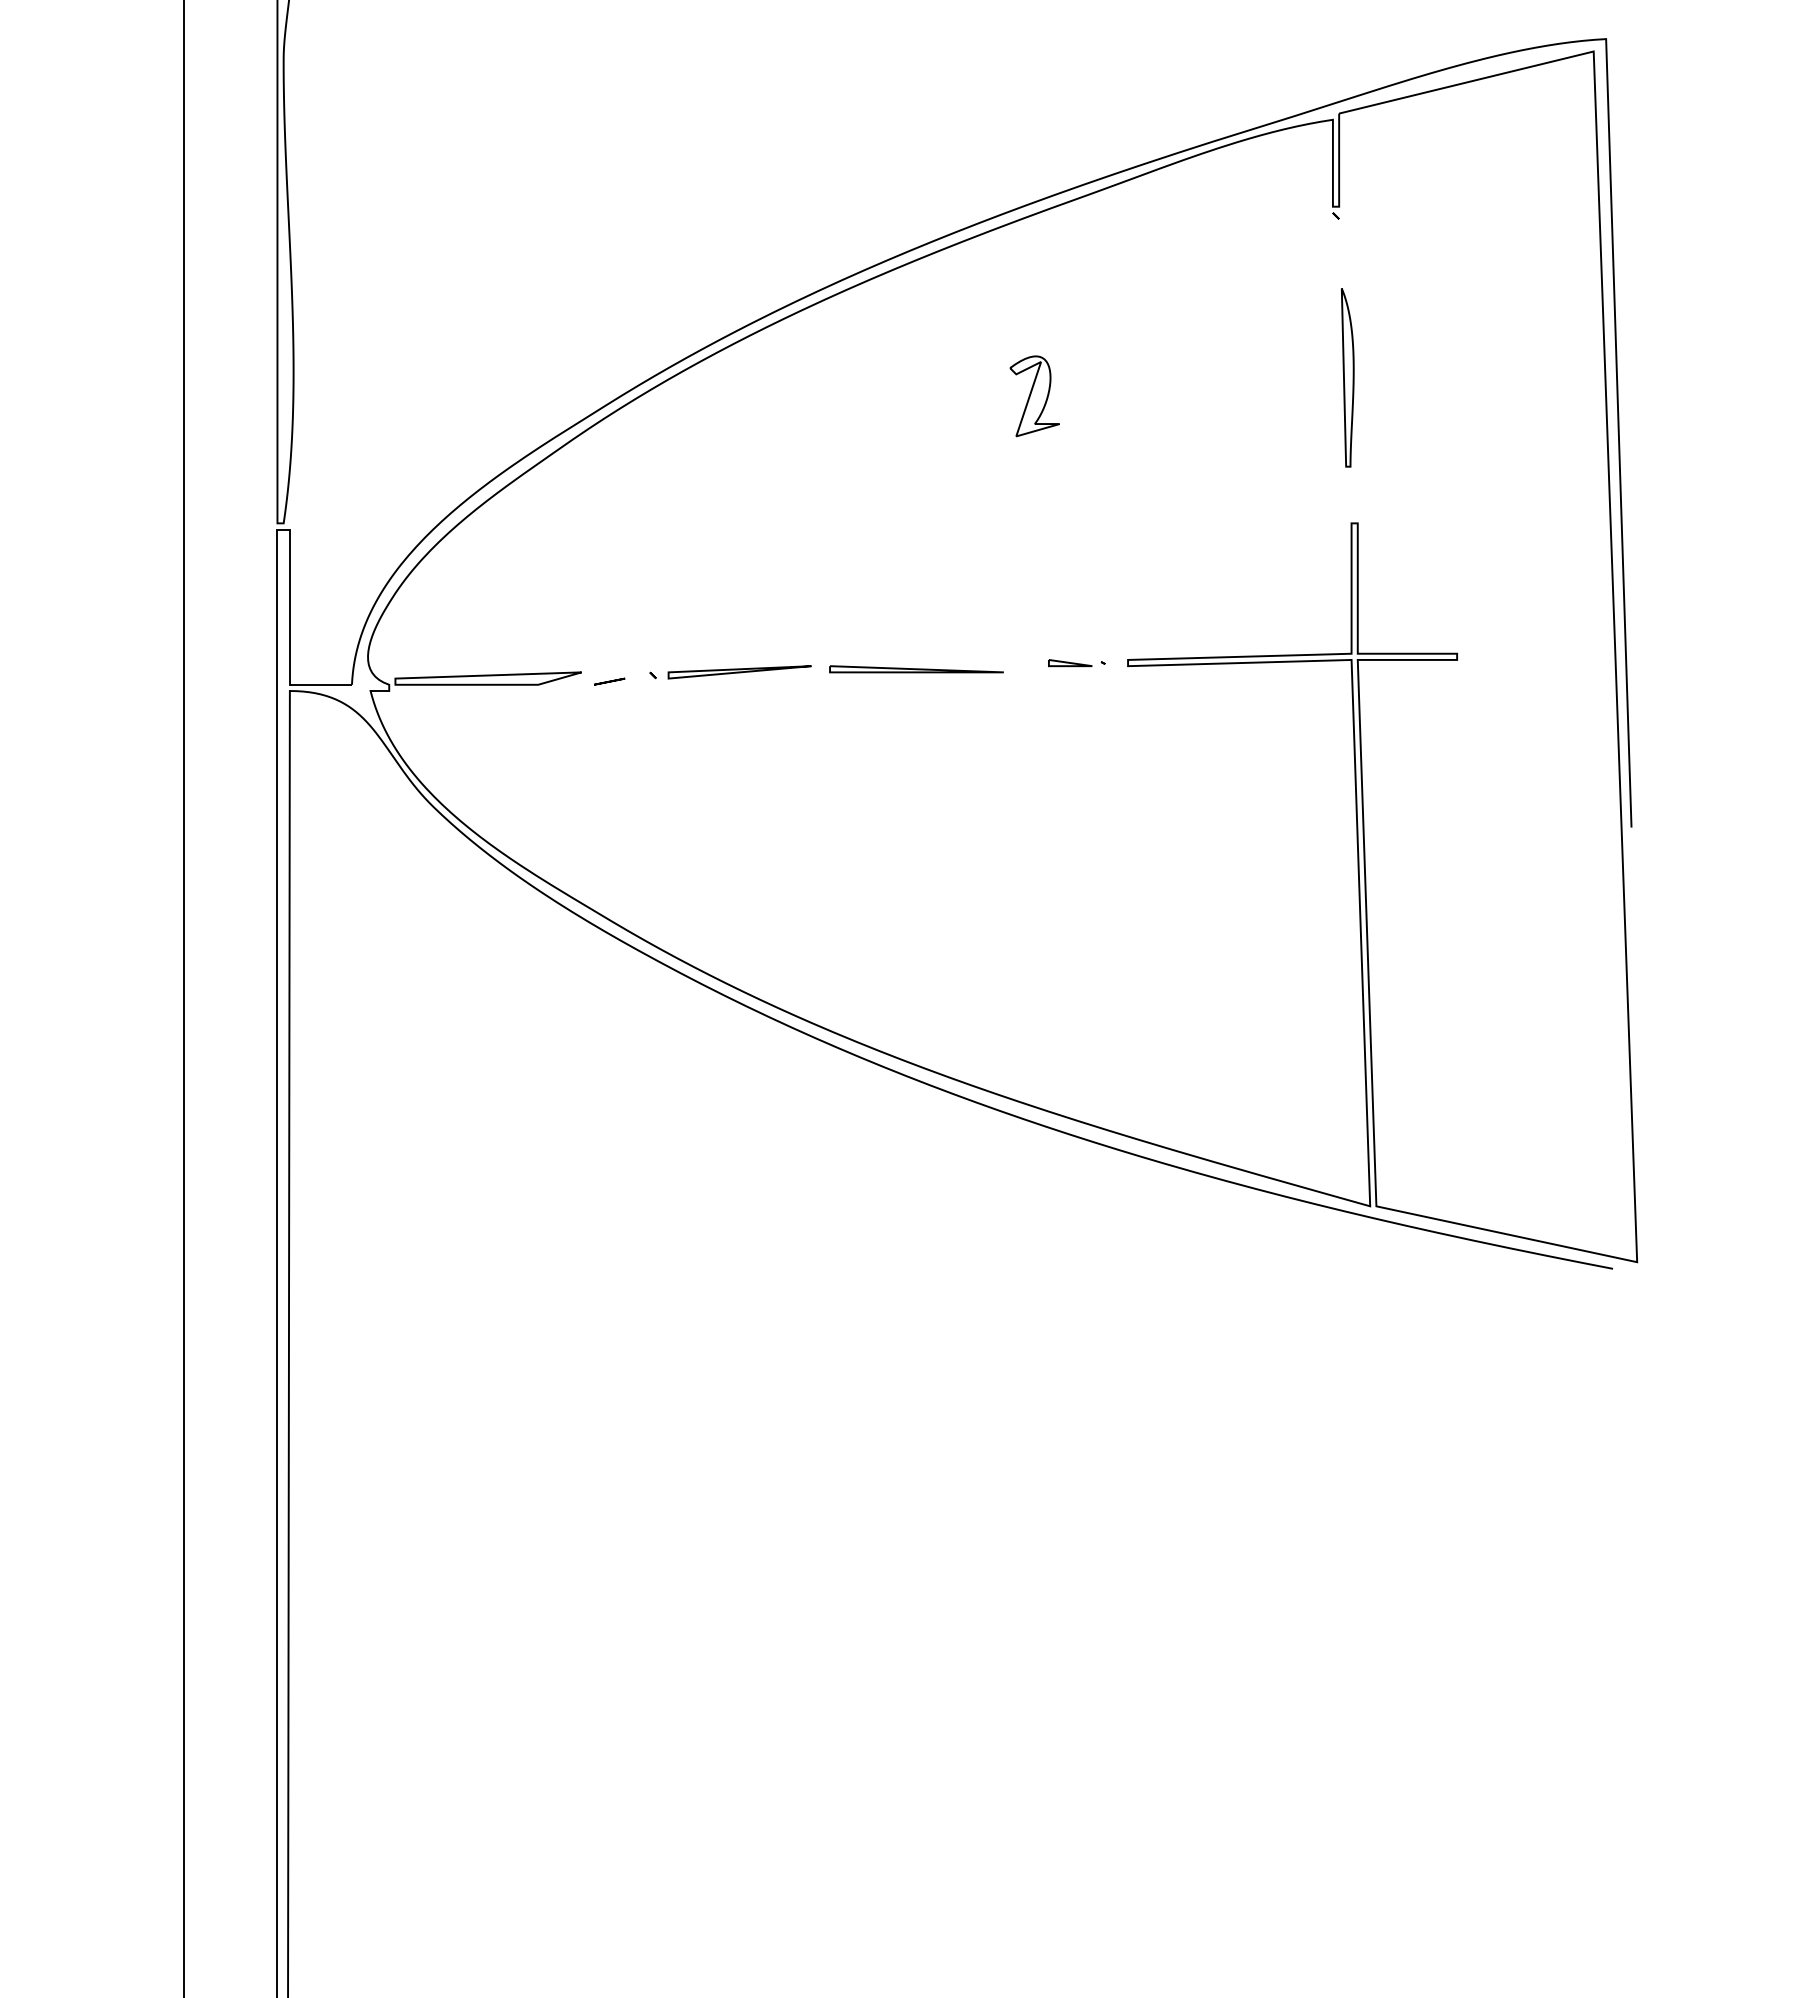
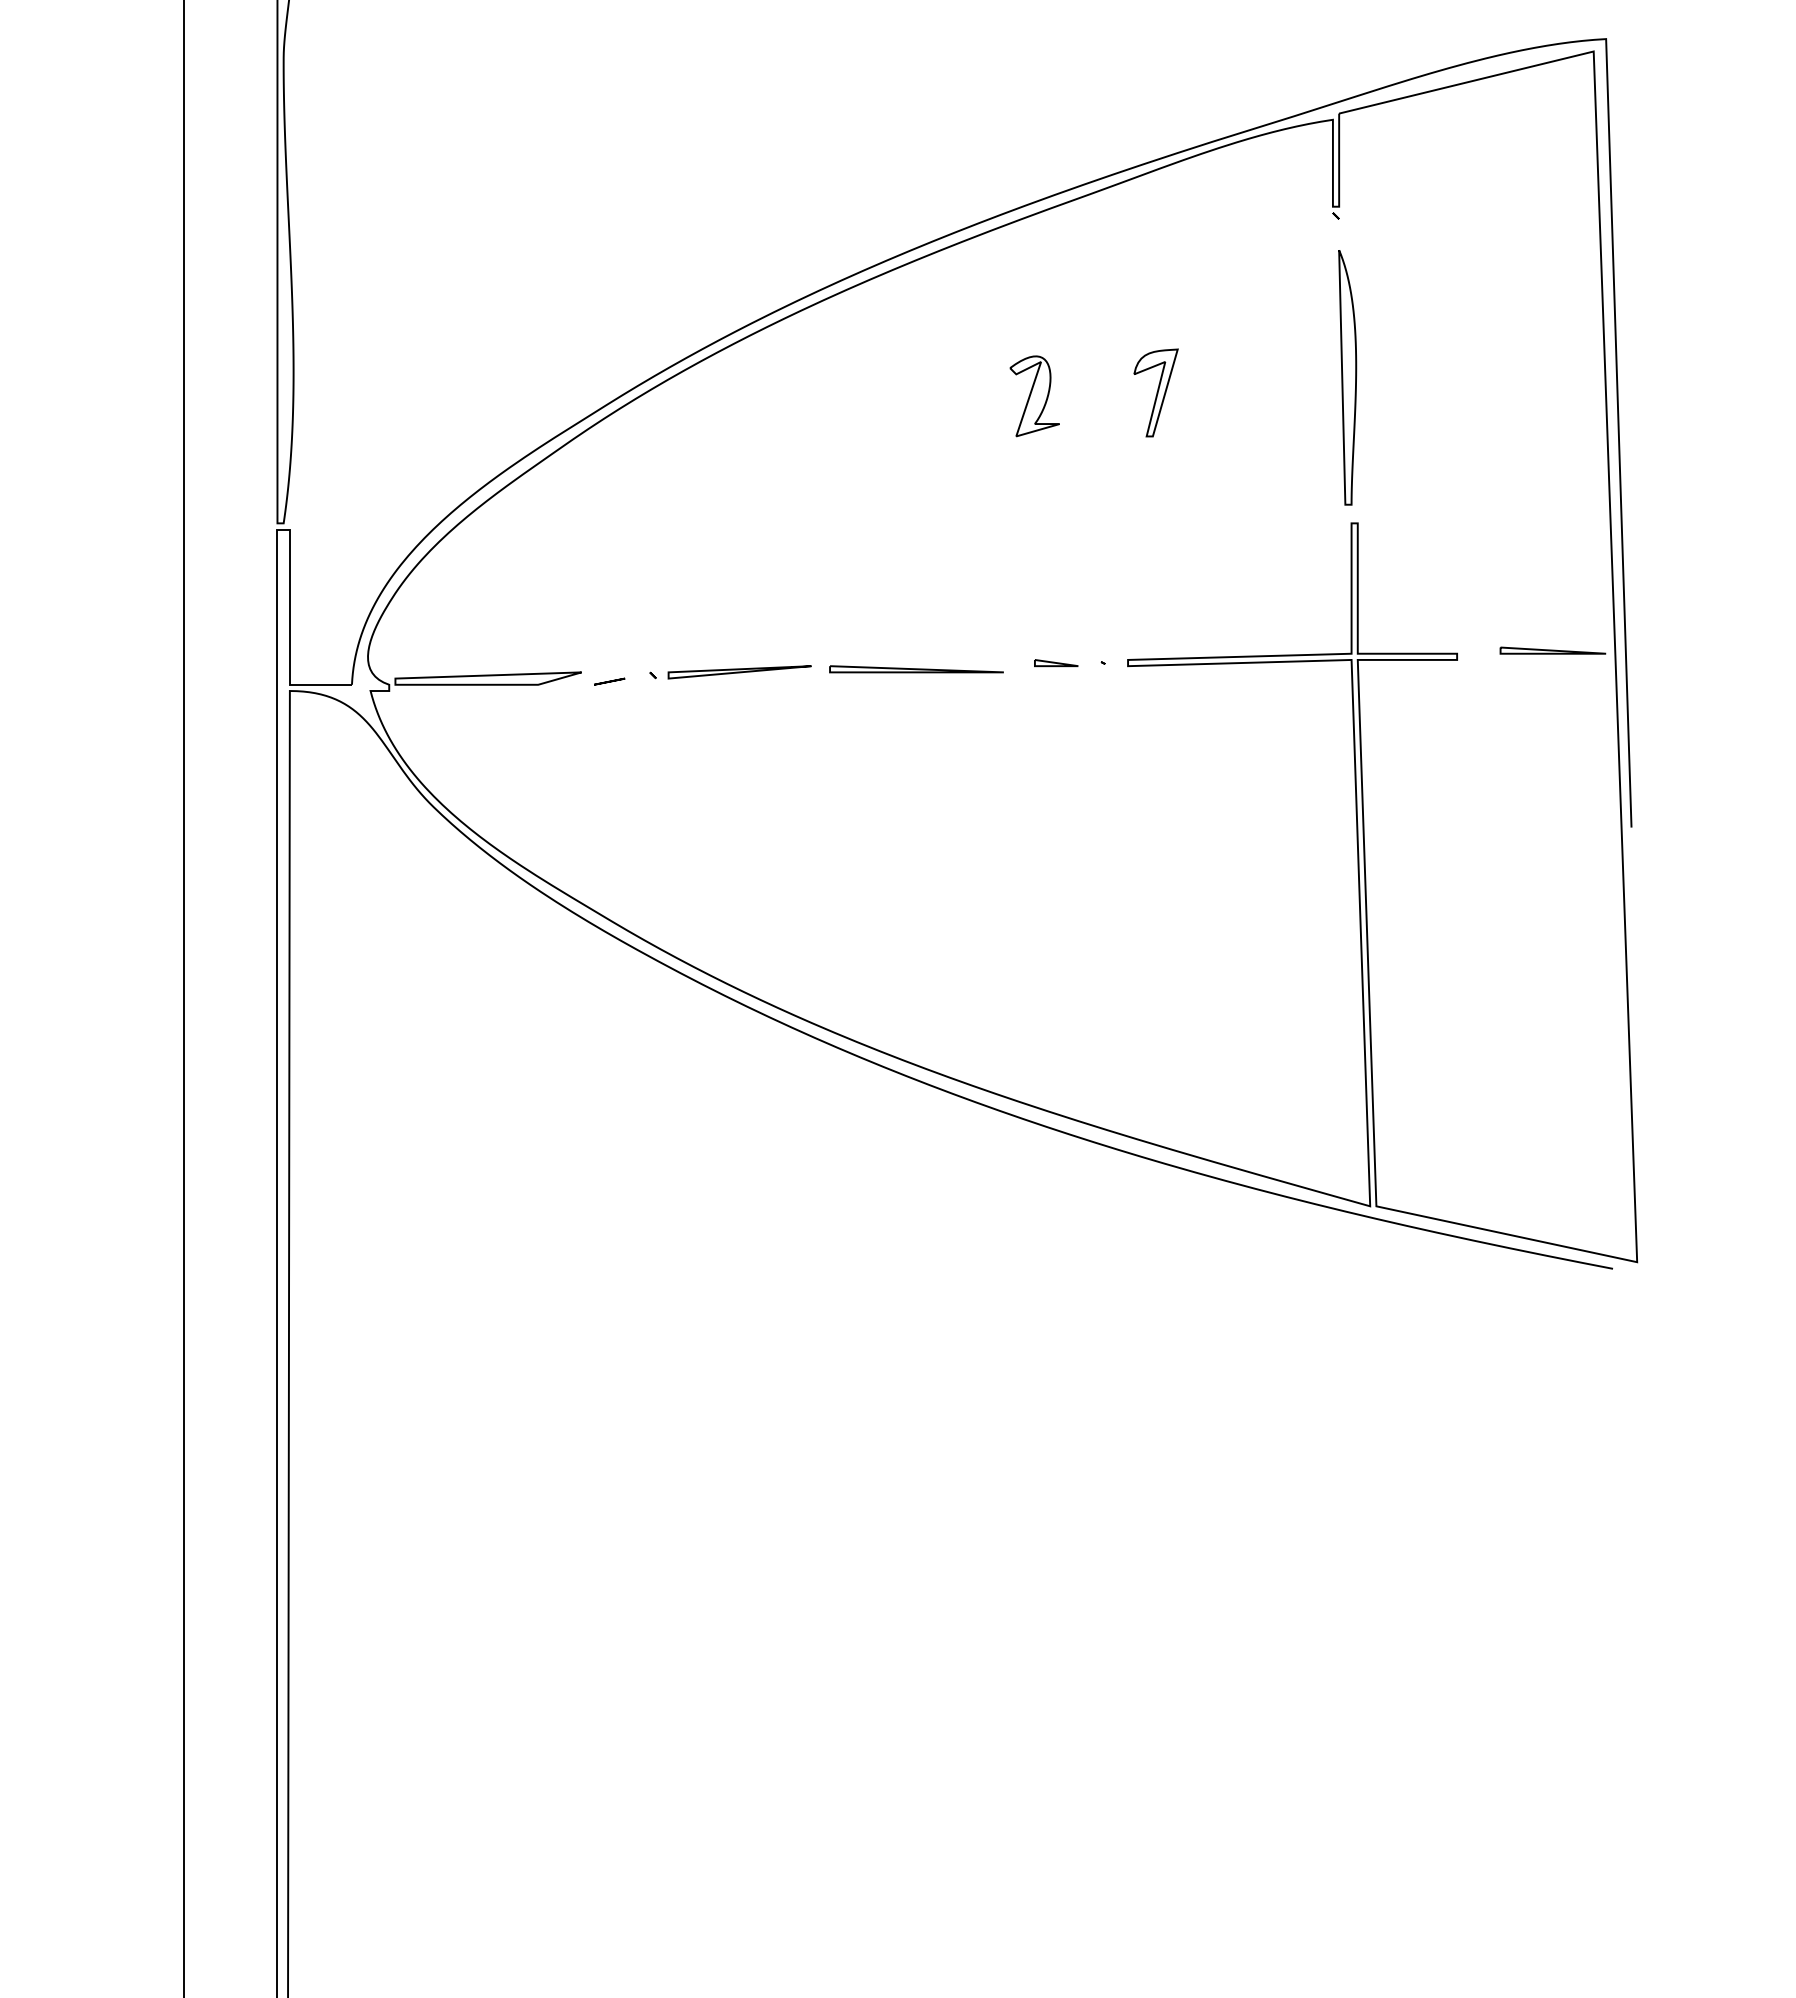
part at (1347, 377) size: 15x180 px -> 20x256 px
part at (1155, 392): none -> present
part at (1552, 650): none -> present
part at (1070, 663) position: (1070, 663) -> (1056, 663)
